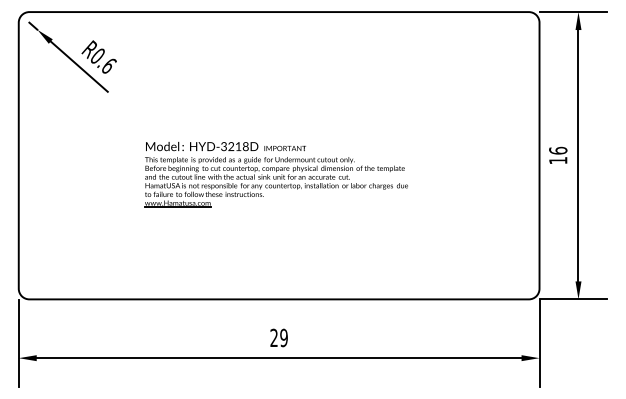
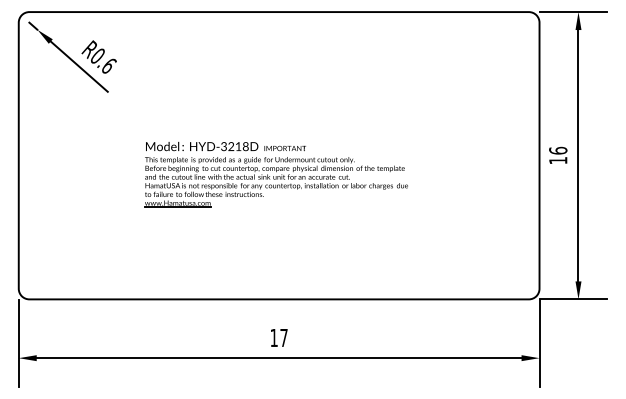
text at (278, 337): 29 -> 17
